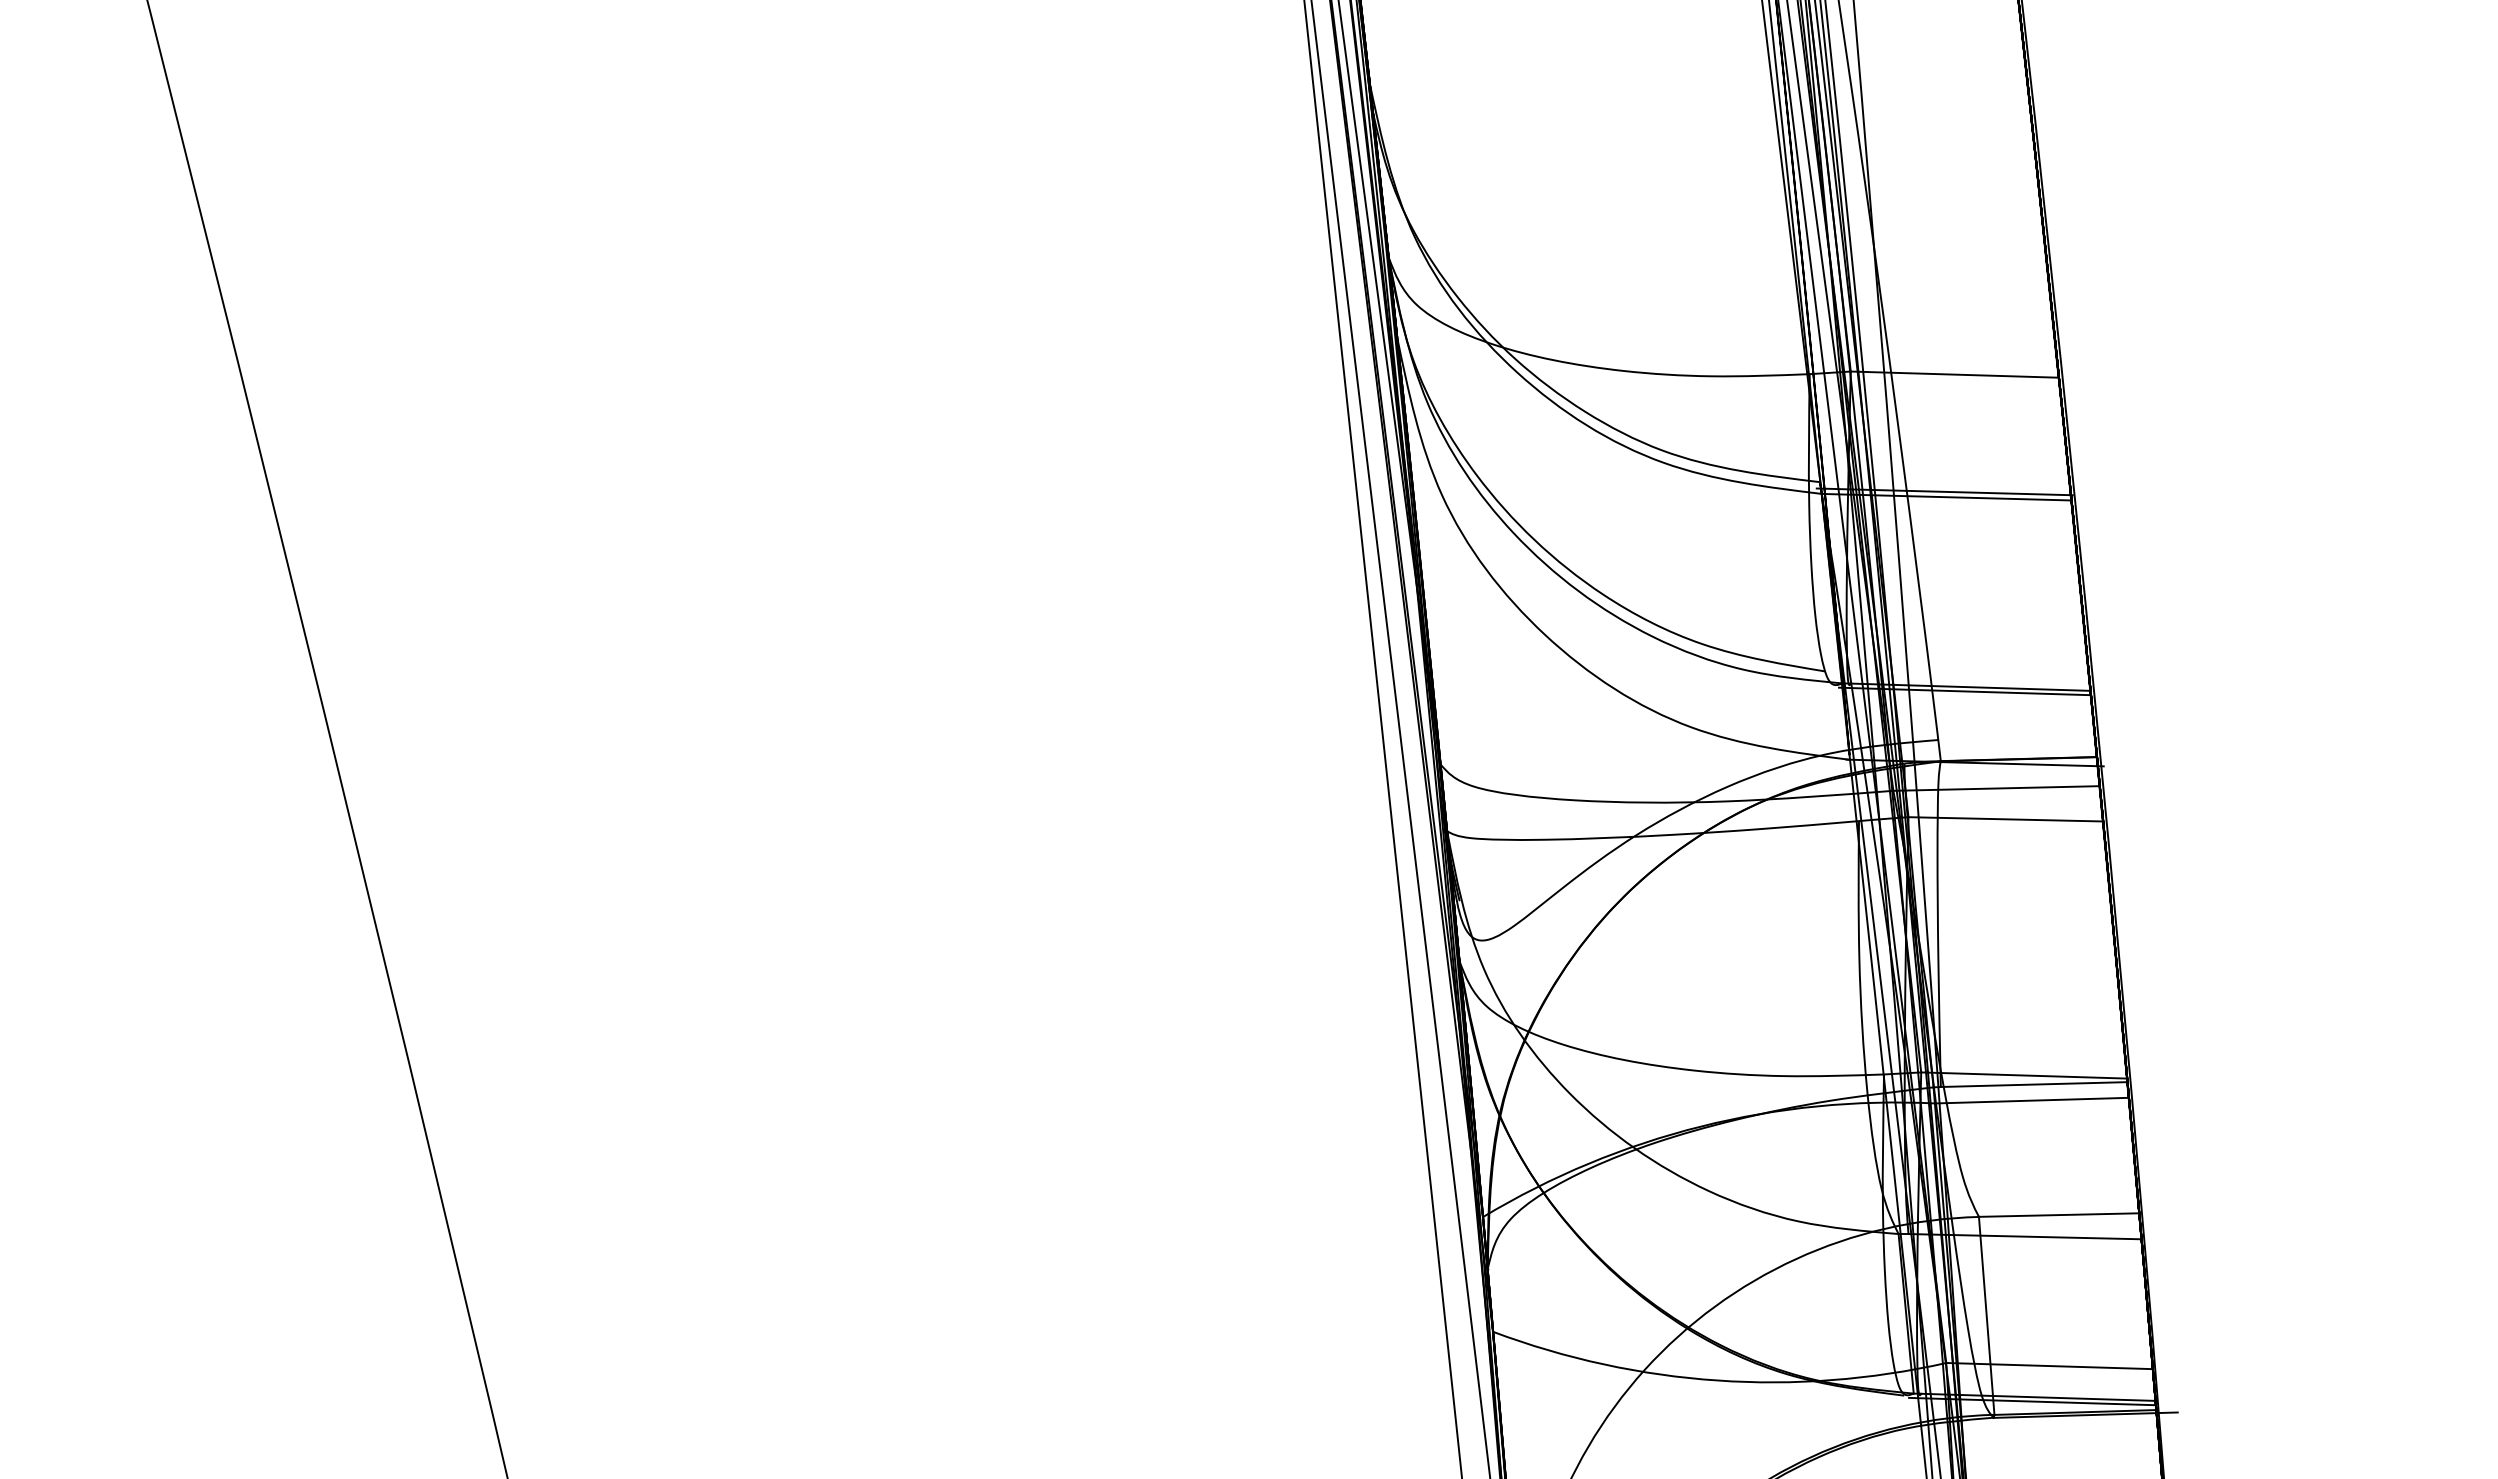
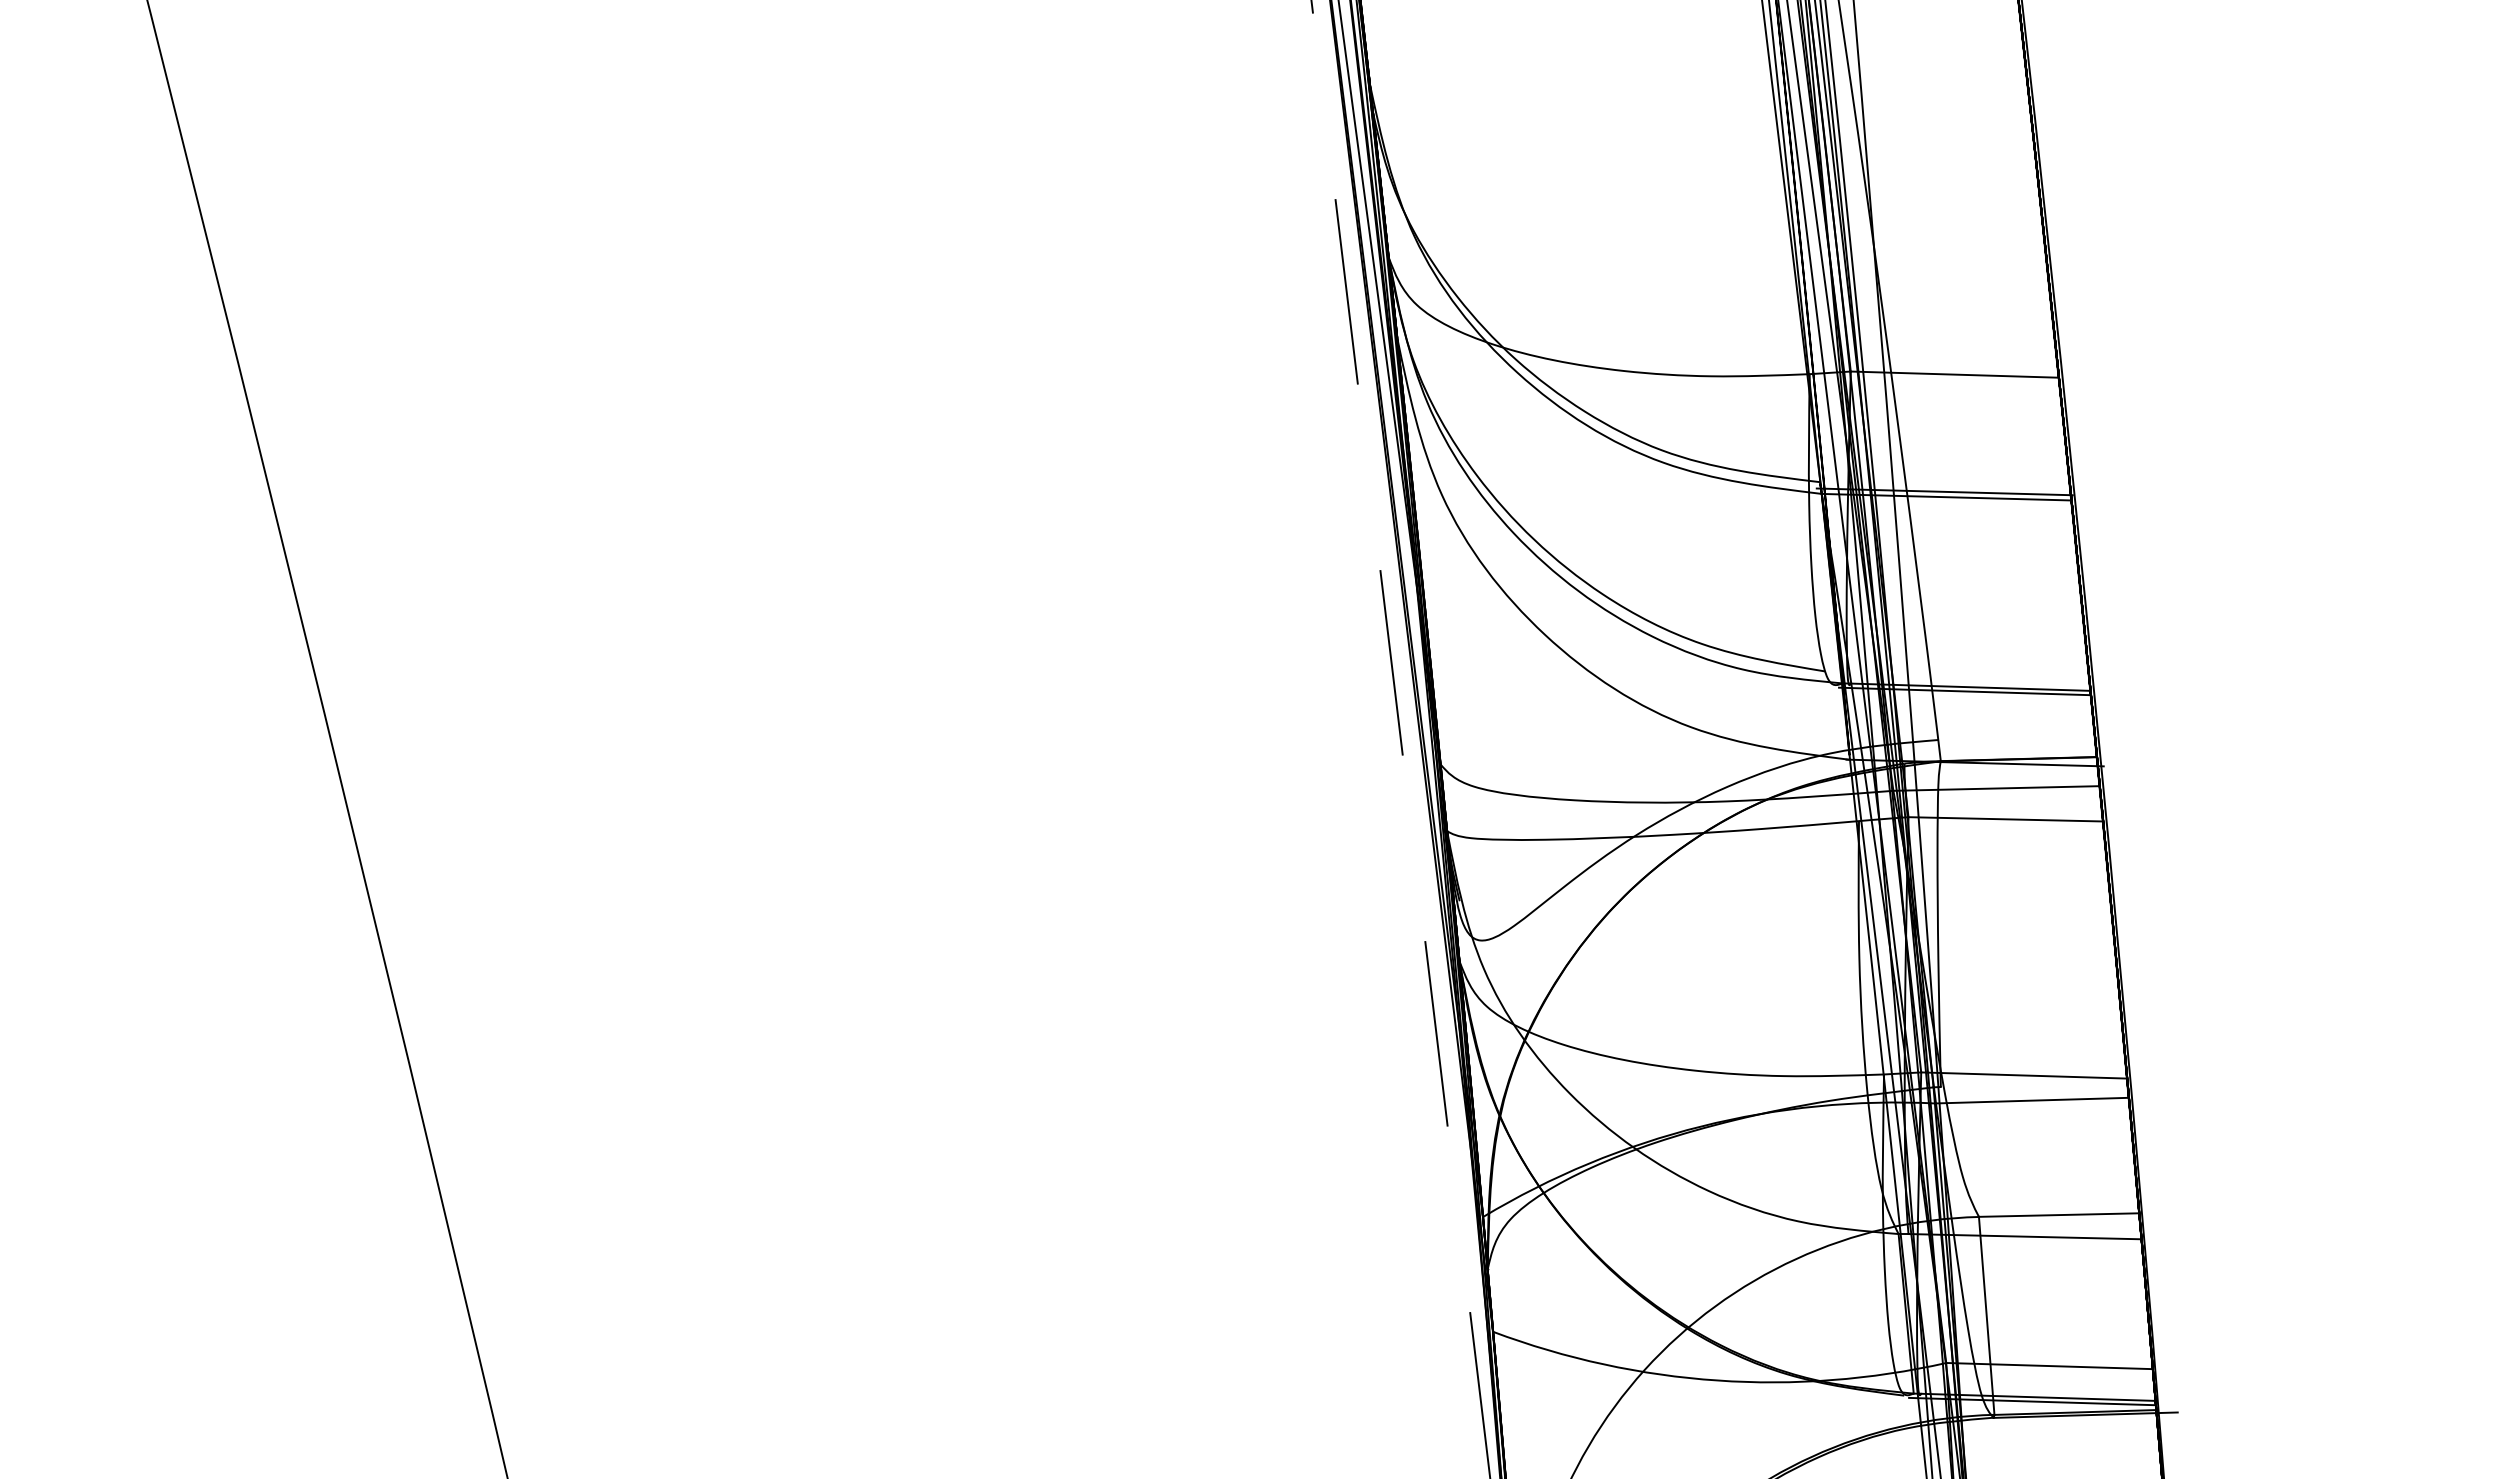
line at (1382, 738): present -> none
line at (1400, 738): solid -> dashed
line at (2033, 1084): present -> none
